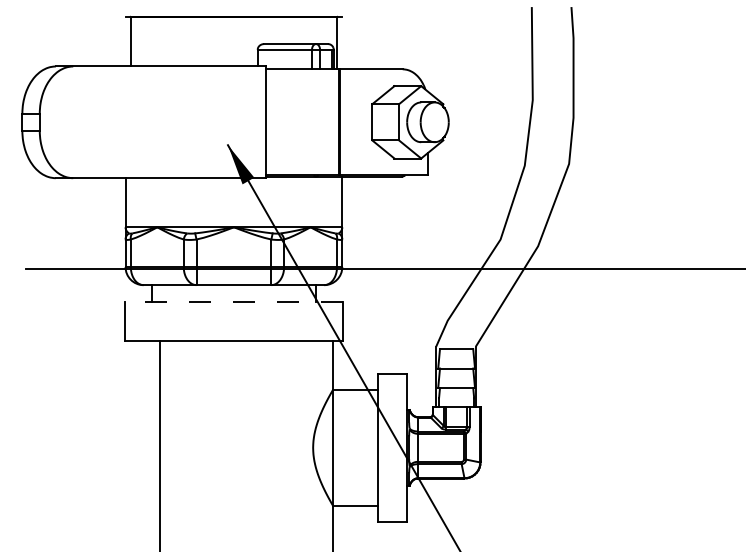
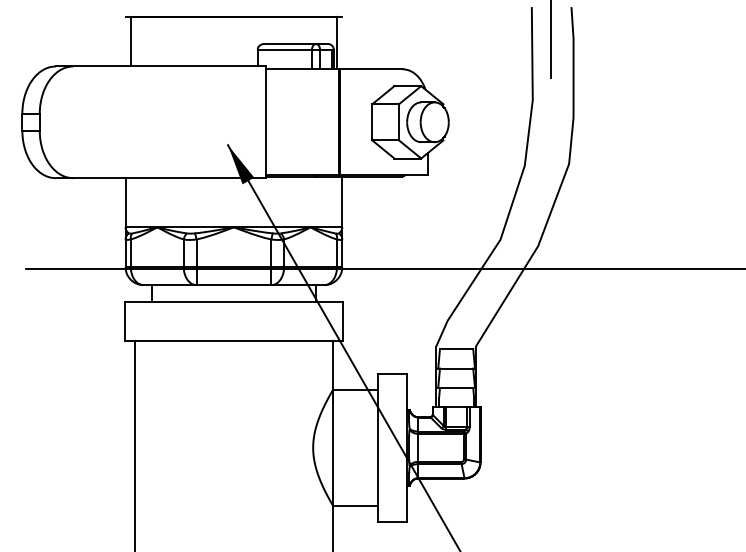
line at (551, 39): none -> present
line at (233, 301): dashed -> solid
line at (159, 444) position: (159, 444) -> (134, 444)
